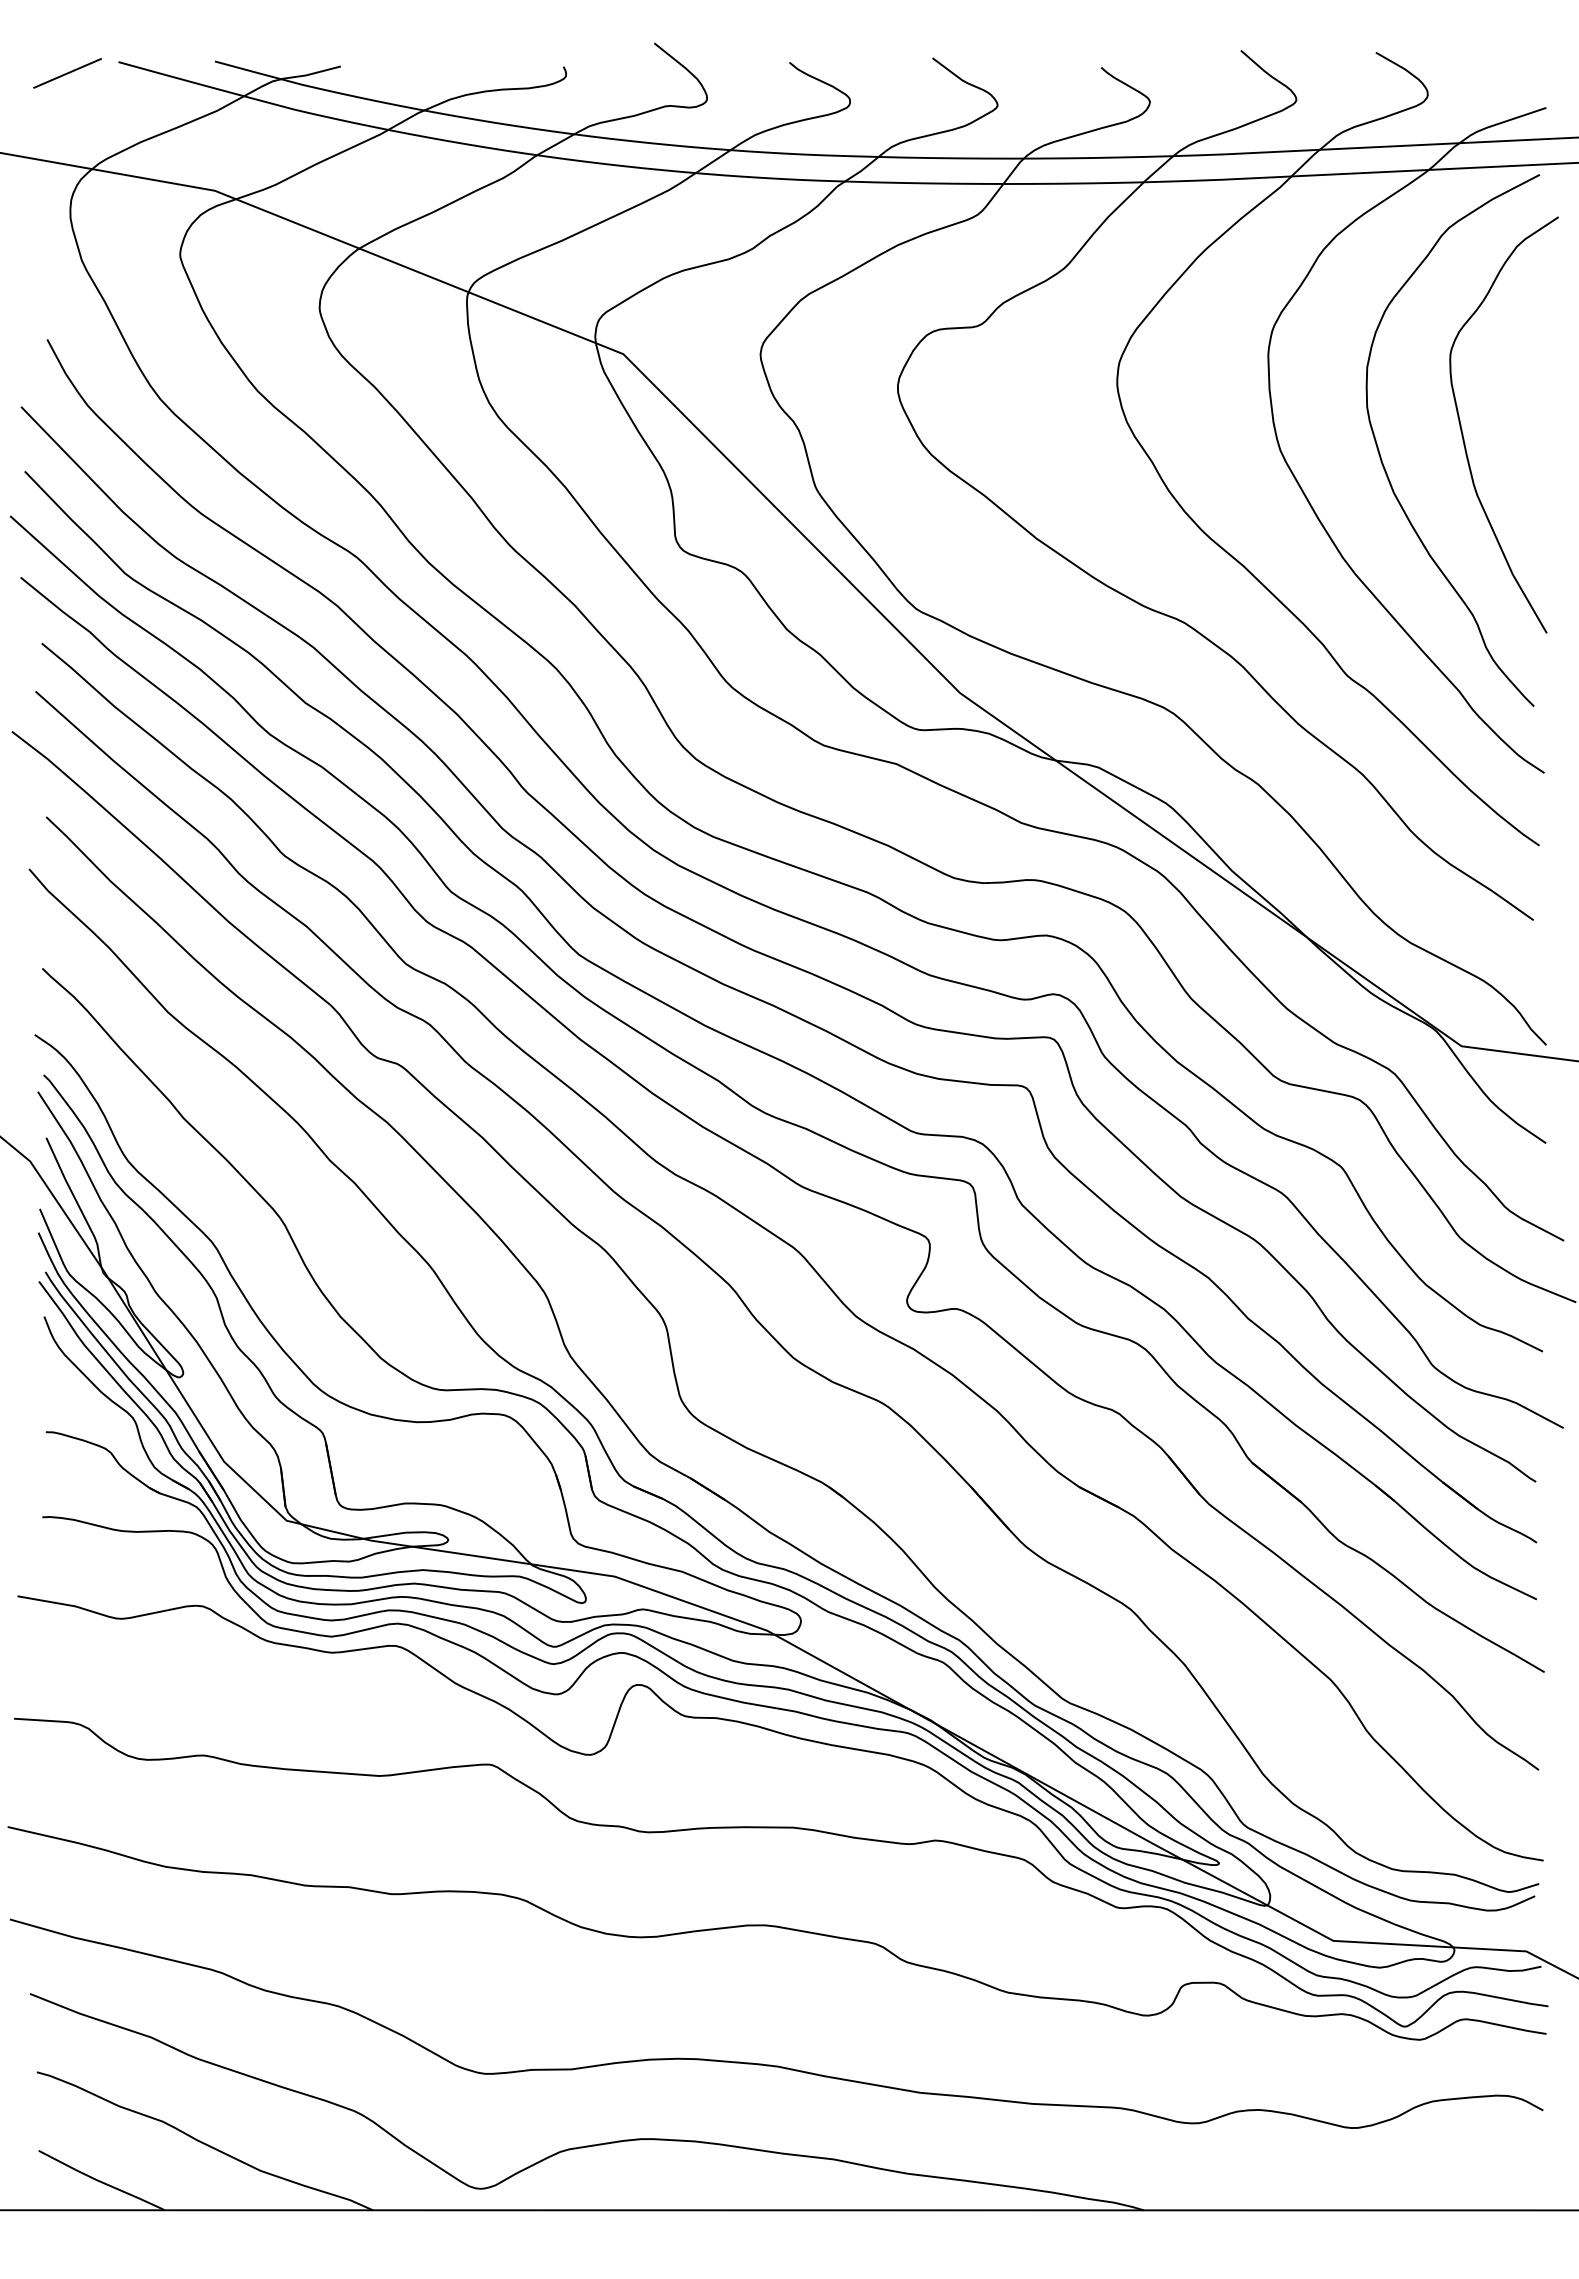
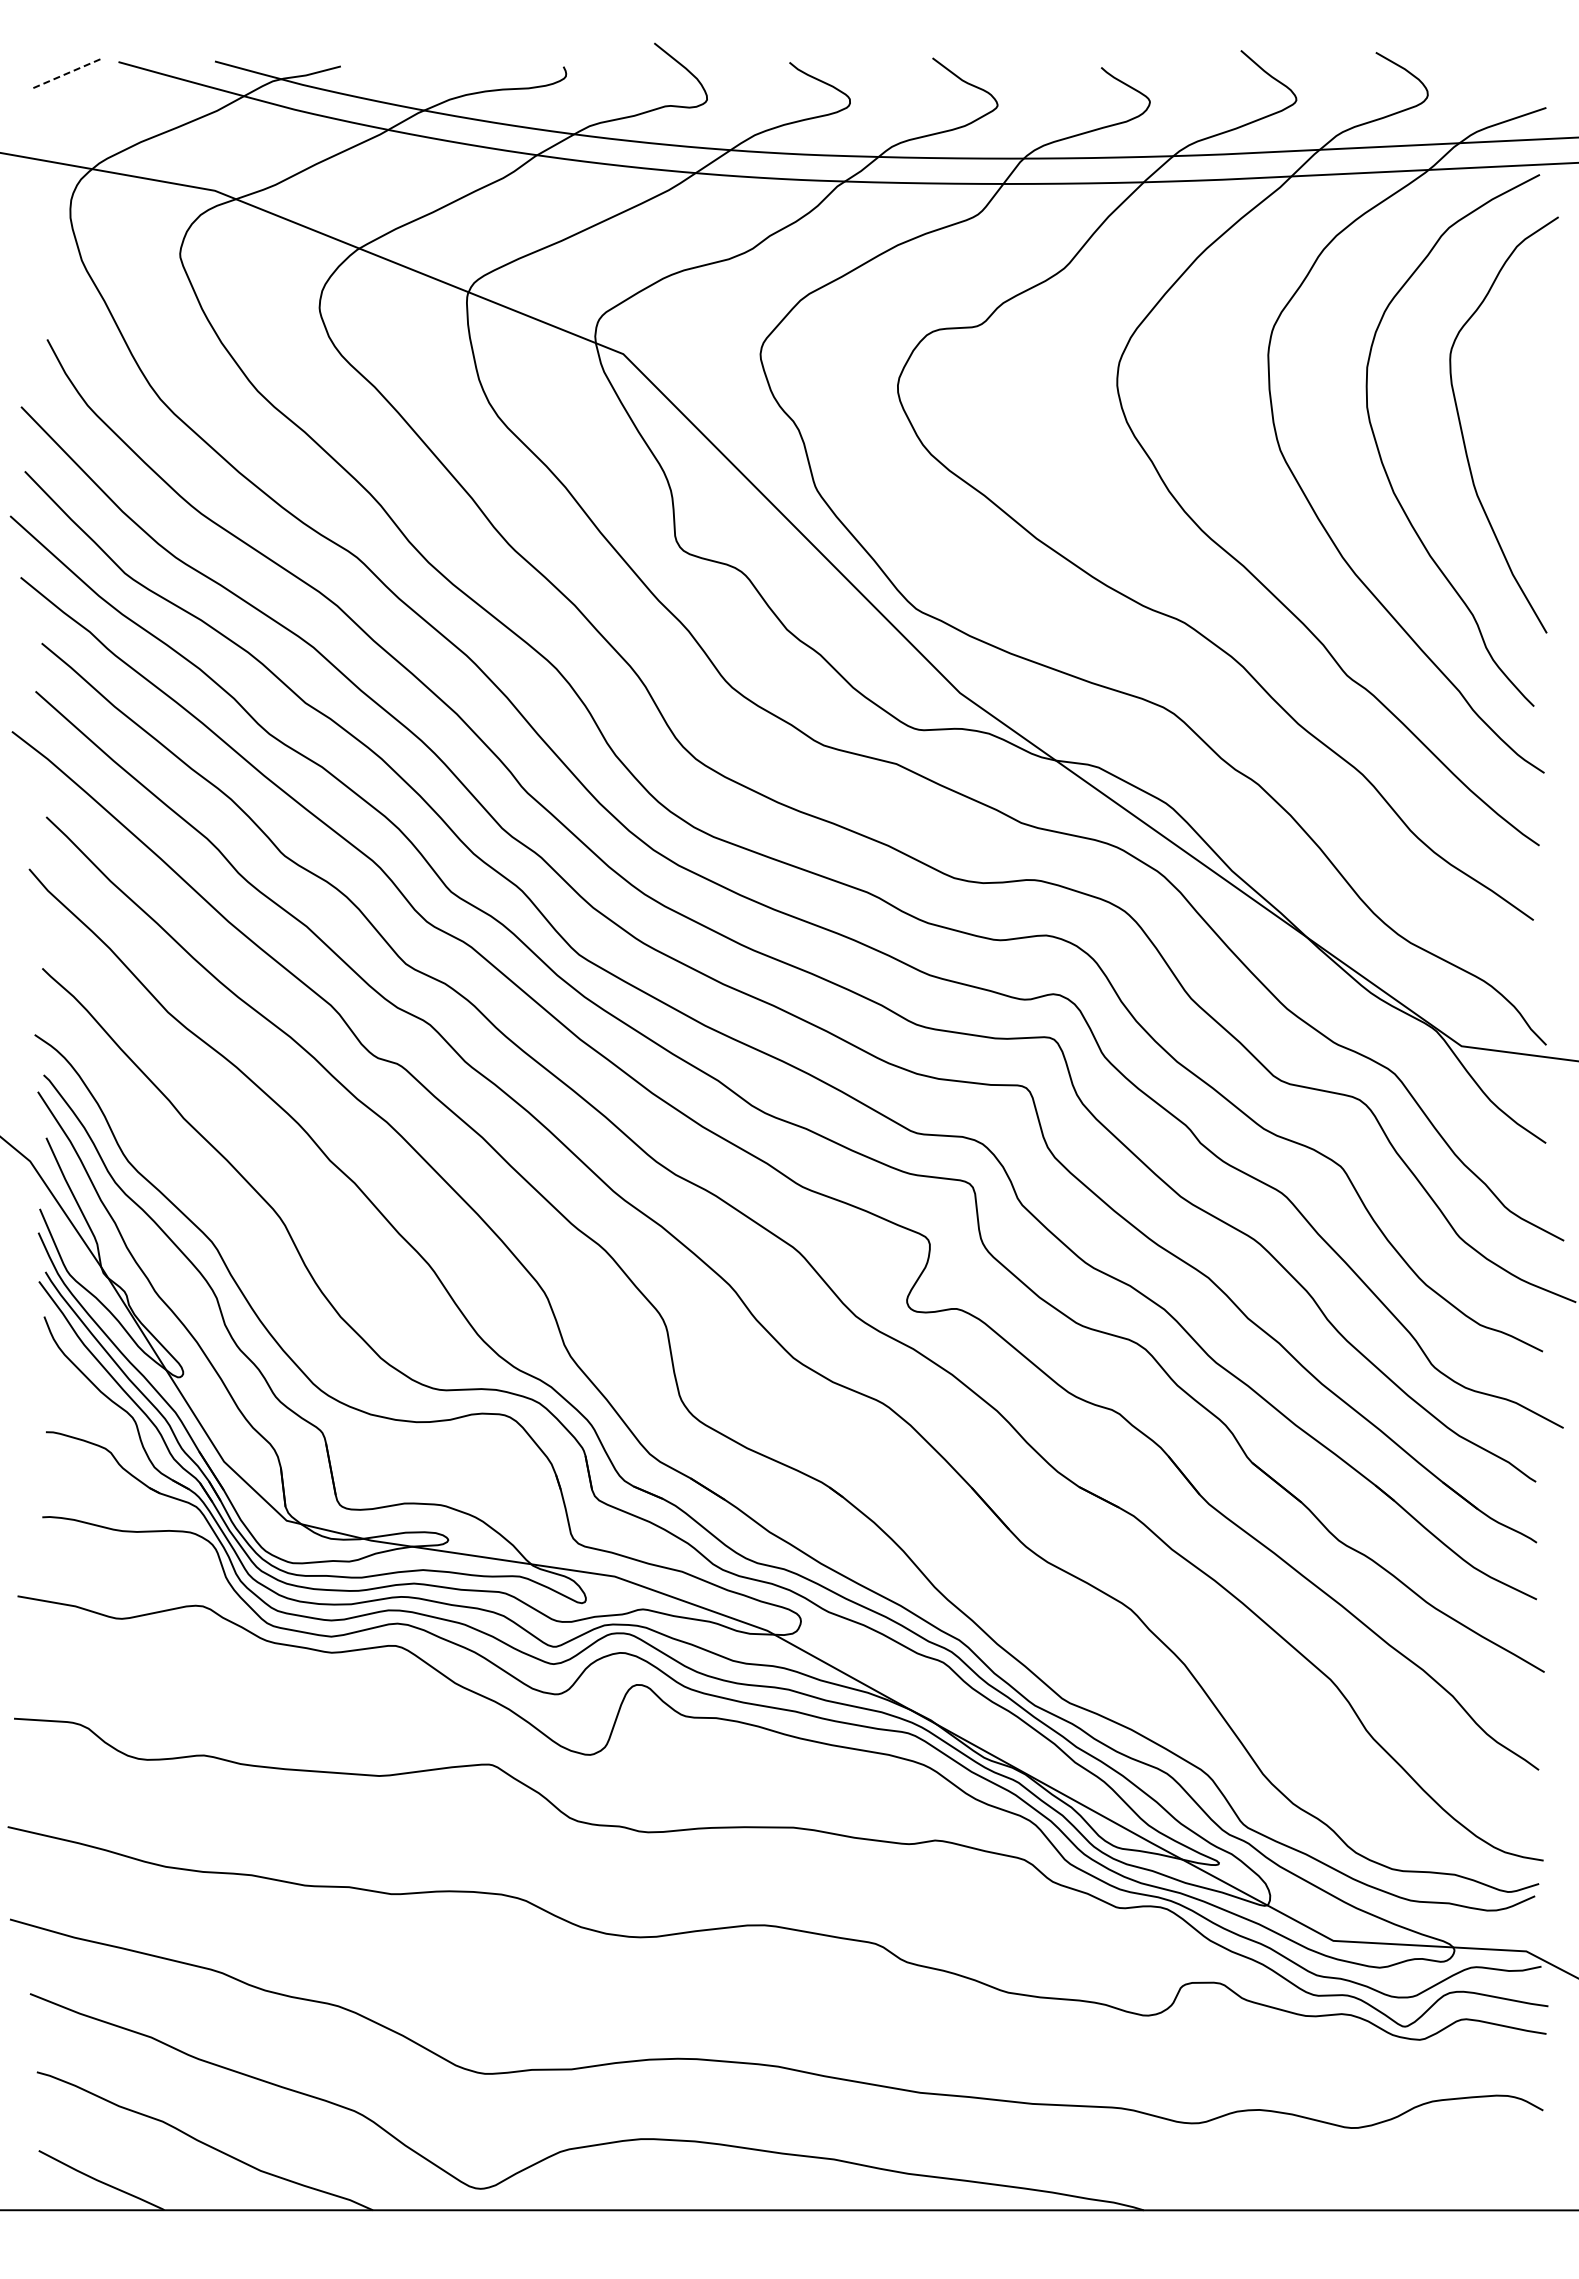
line at (68, 73): solid -> dashed
